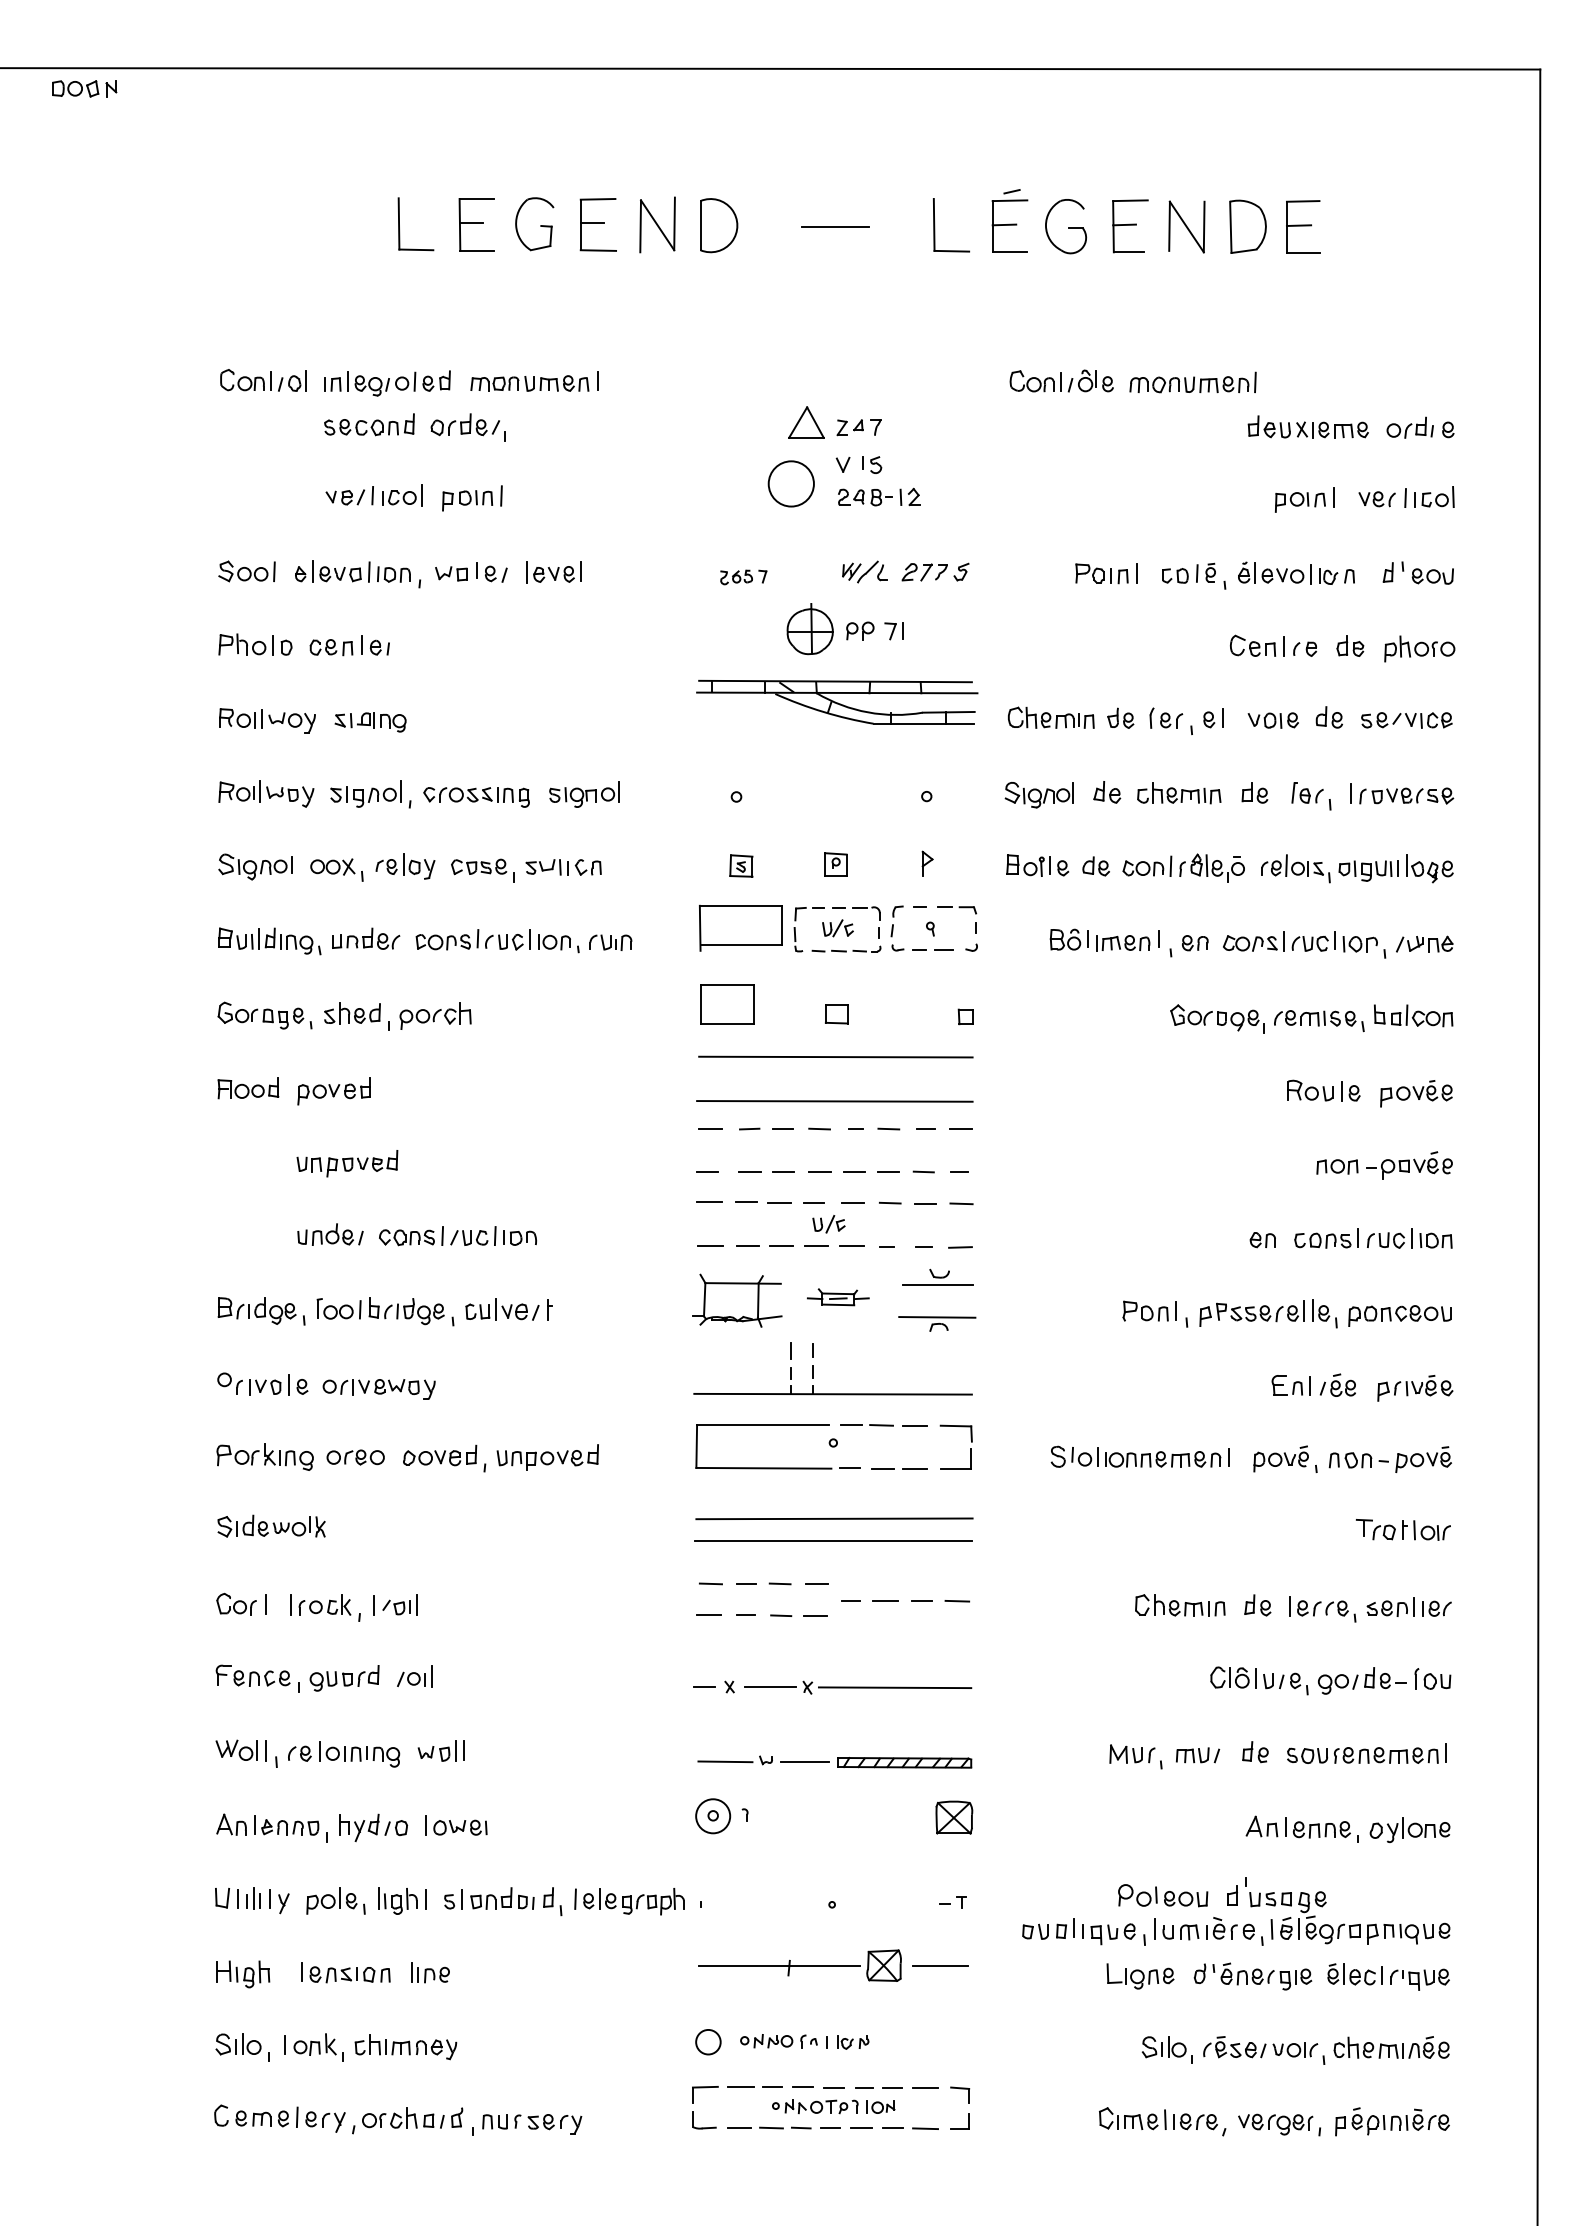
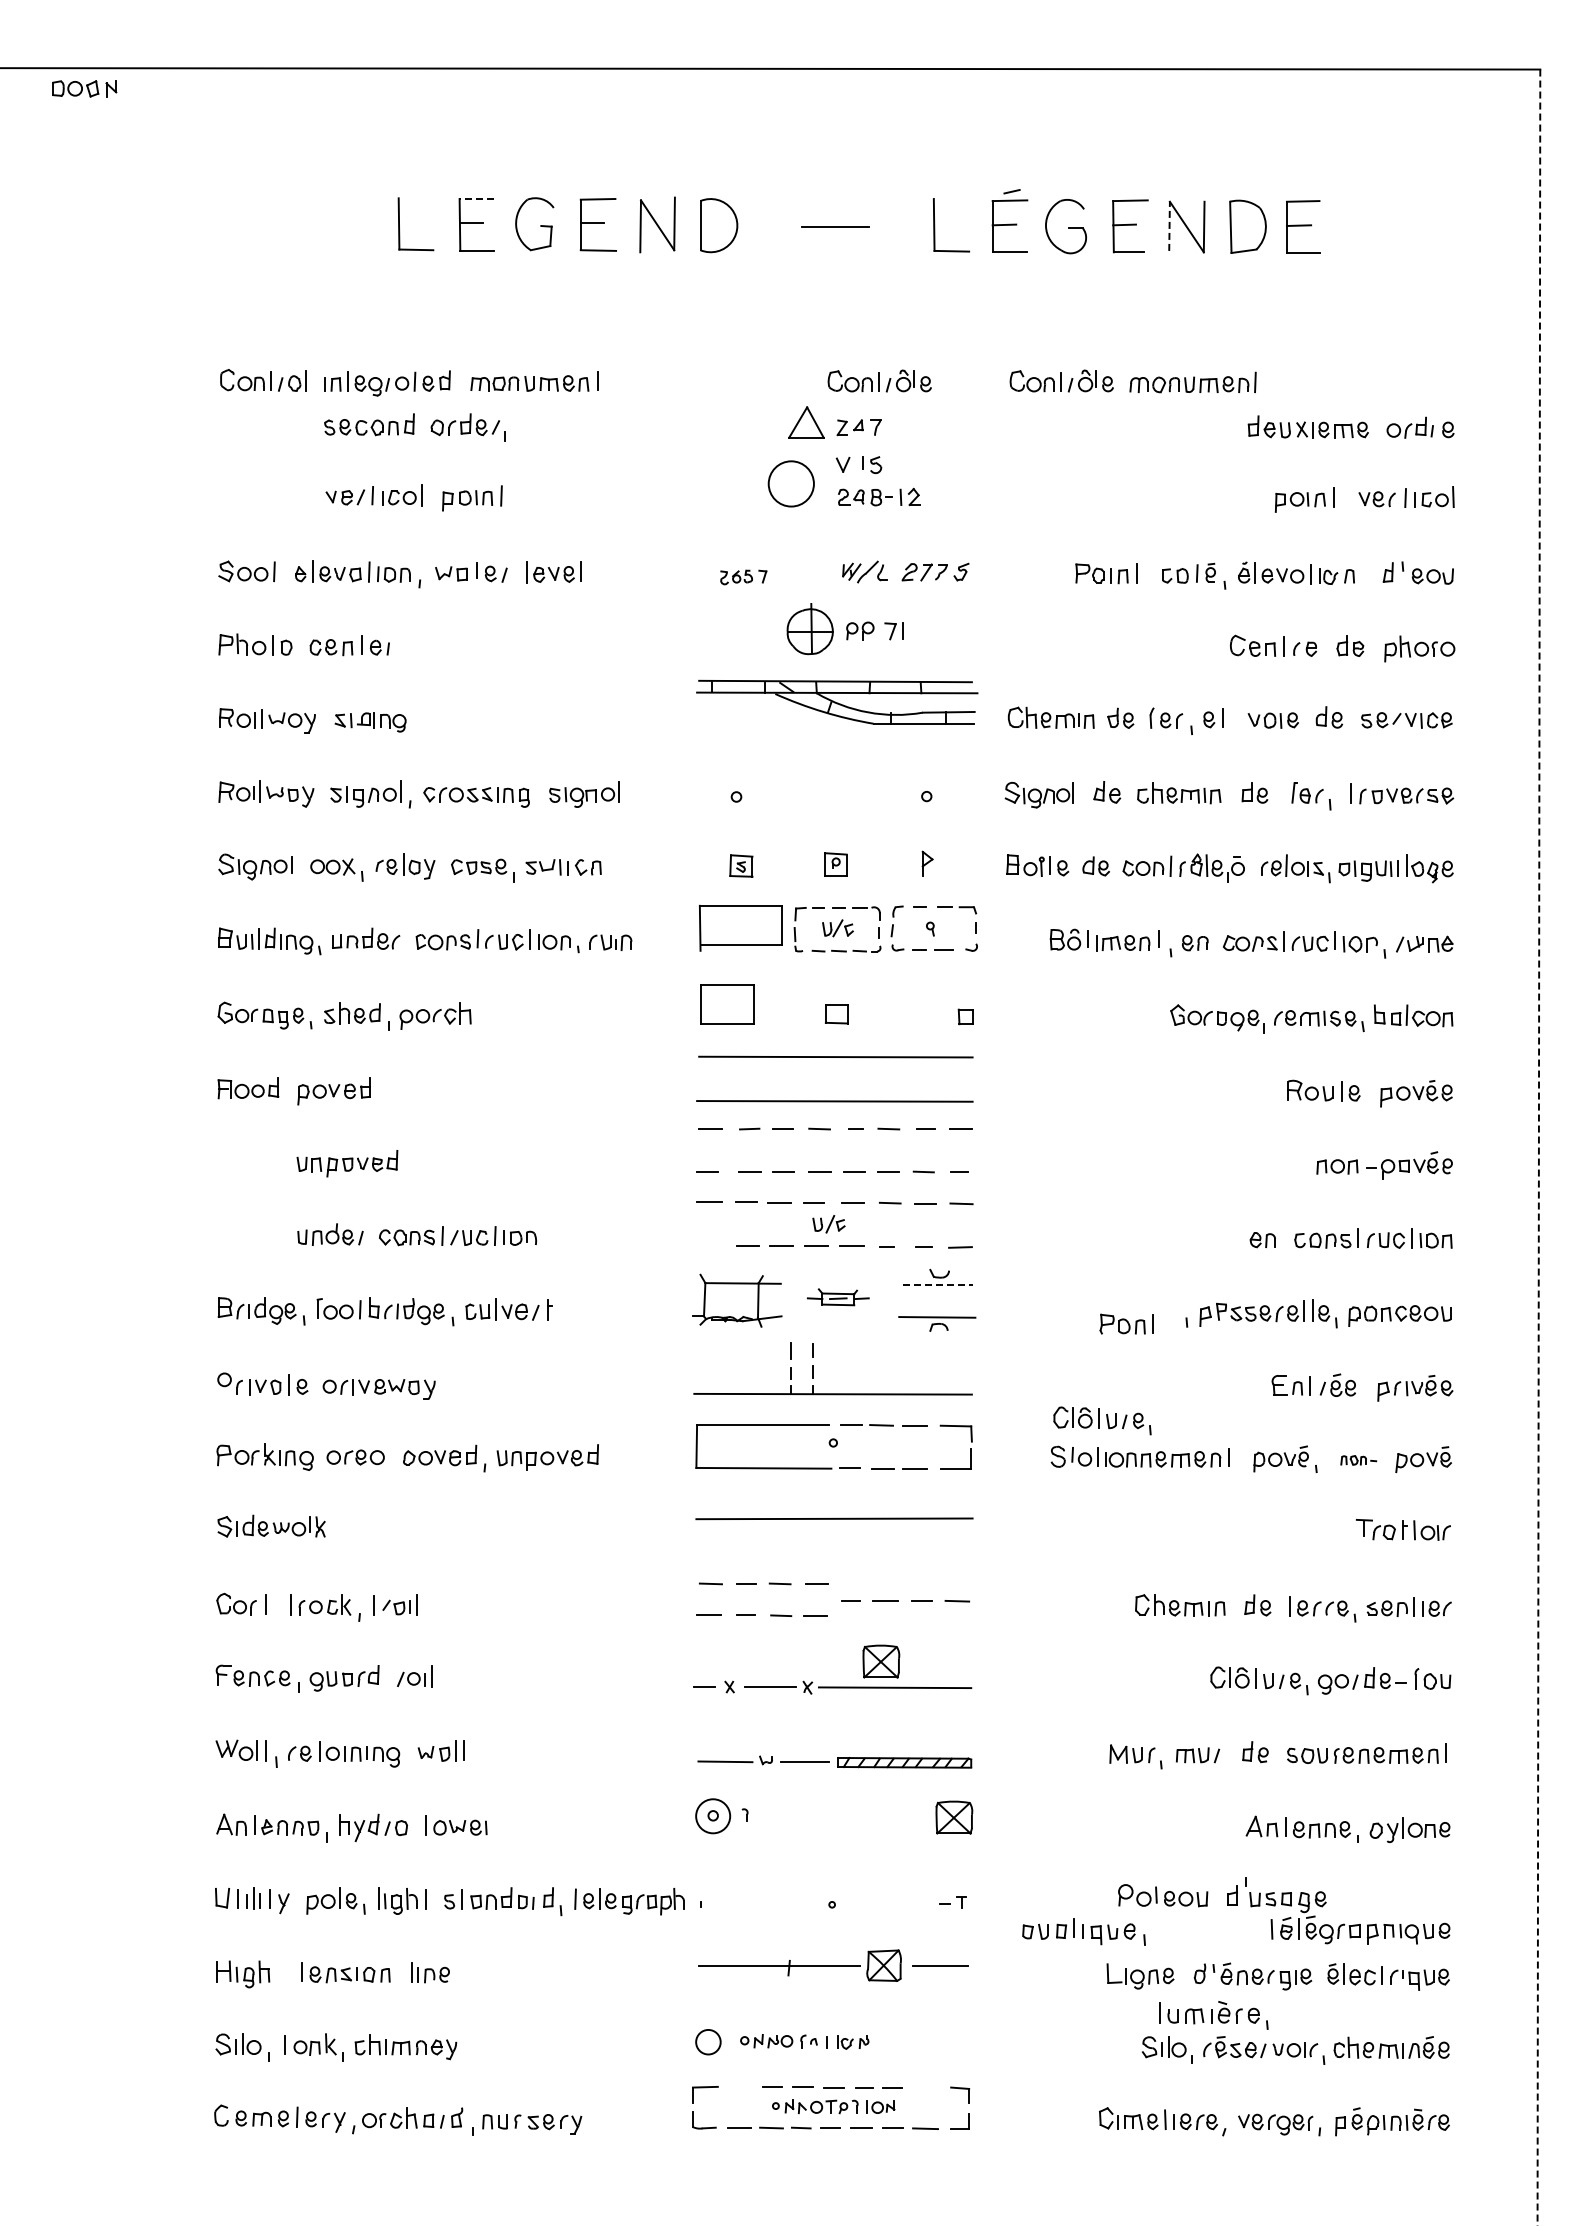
line at (476, 199): solid -> dashed
line at (1169, 226): solid -> dashed
part at (879, 380): none -> present
line at (1538, 1148): solid -> dashed
line at (710, 1245): present -> none
line at (937, 1284): solid -> dashed
part at (1149, 1310) position: (1149, 1310) -> (1126, 1323)
part at (1102, 1420): none -> present
part at (1358, 1460) size: 61x17 px -> 38x11 px
line at (833, 1540): present -> none
part at (881, 1661): none -> present
part at (1208, 1931) position: (1208, 1931) -> (1213, 2015)
line at (740, 2086): present -> none
line at (925, 2087): present -> none
